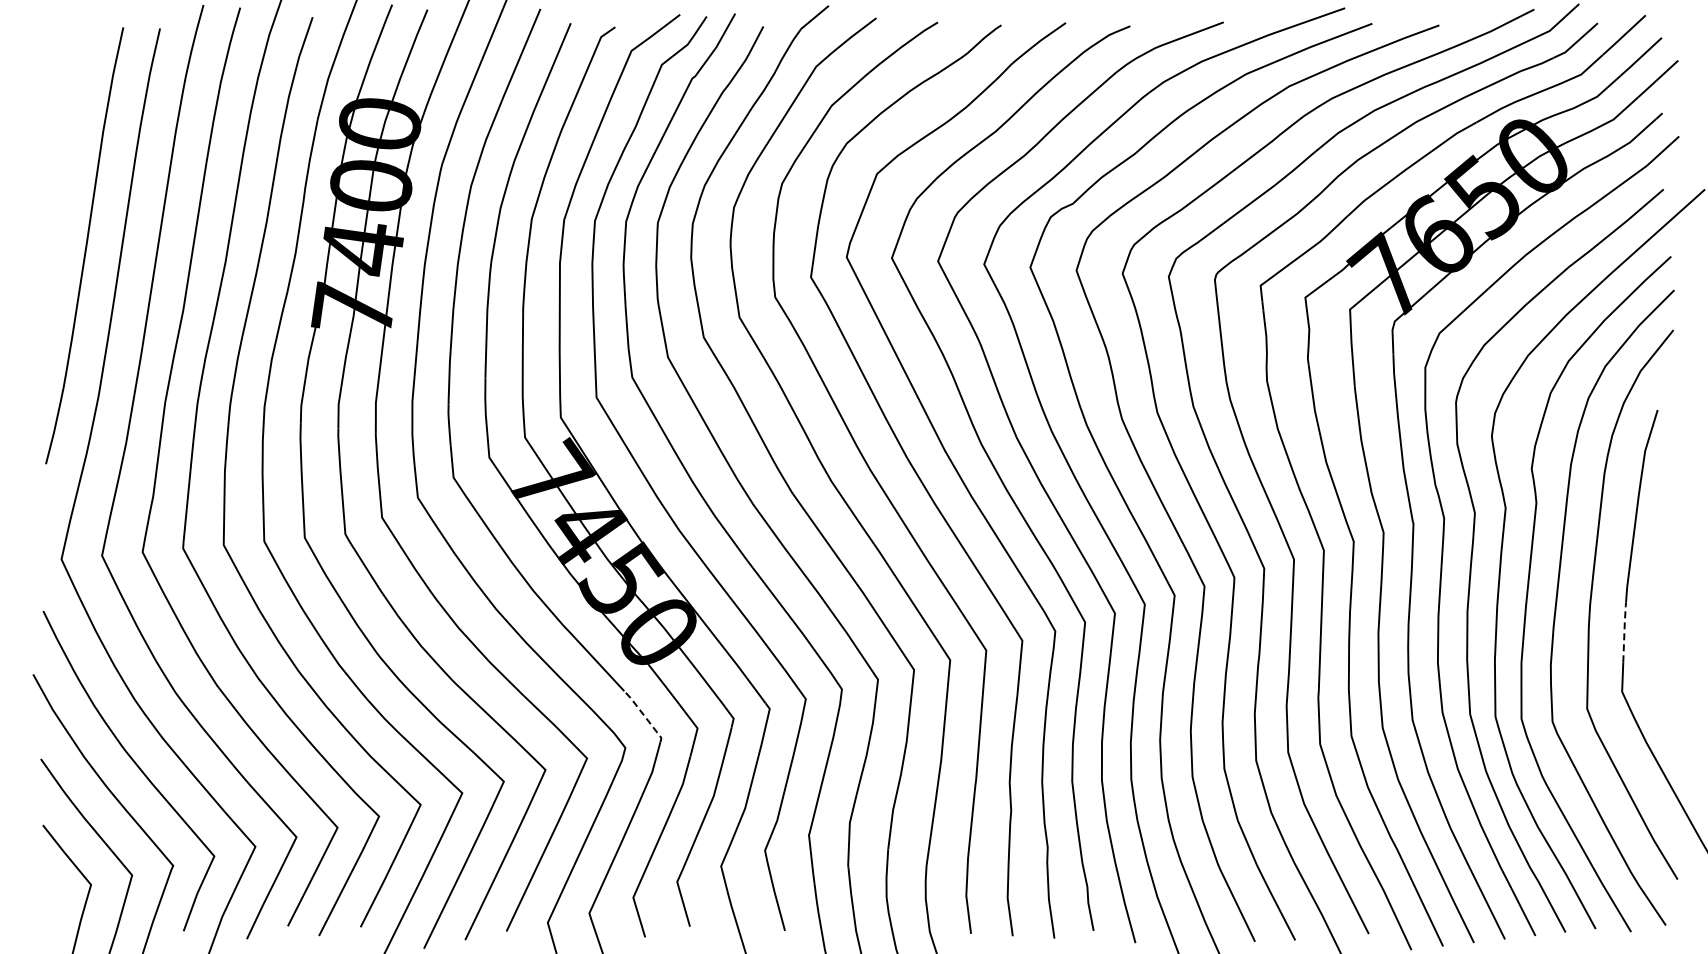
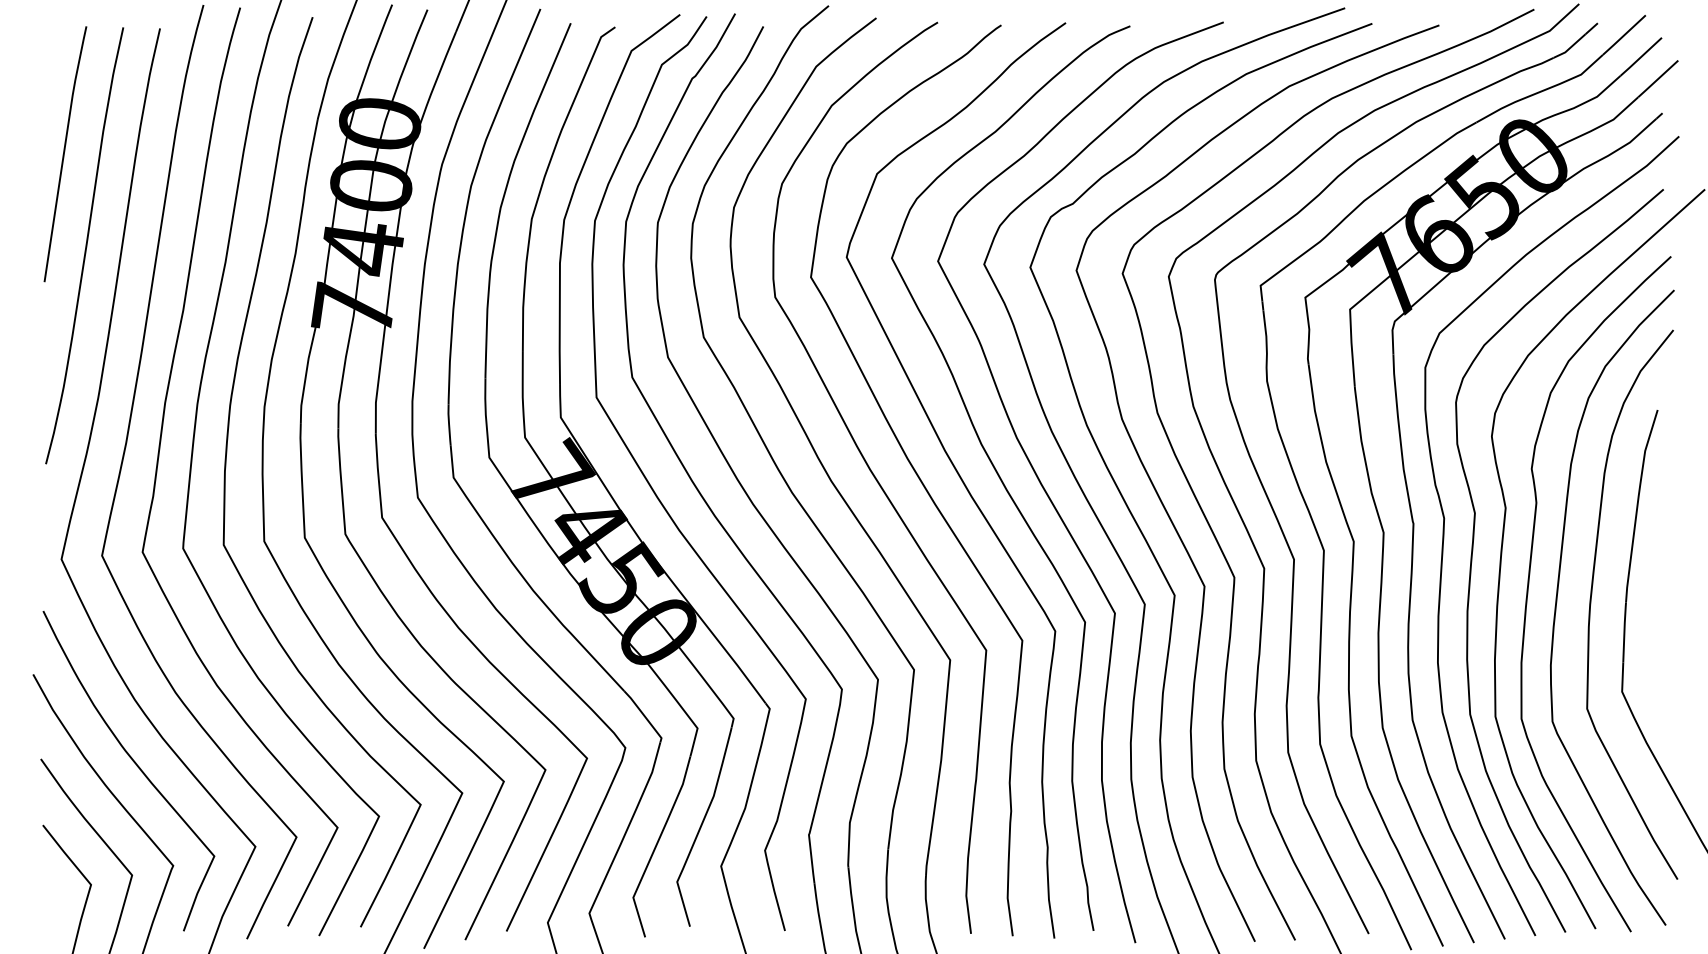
line at (64, 154): none -> present
line at (1624, 630): dashed -> solid
line at (644, 716): dashed -> solid
